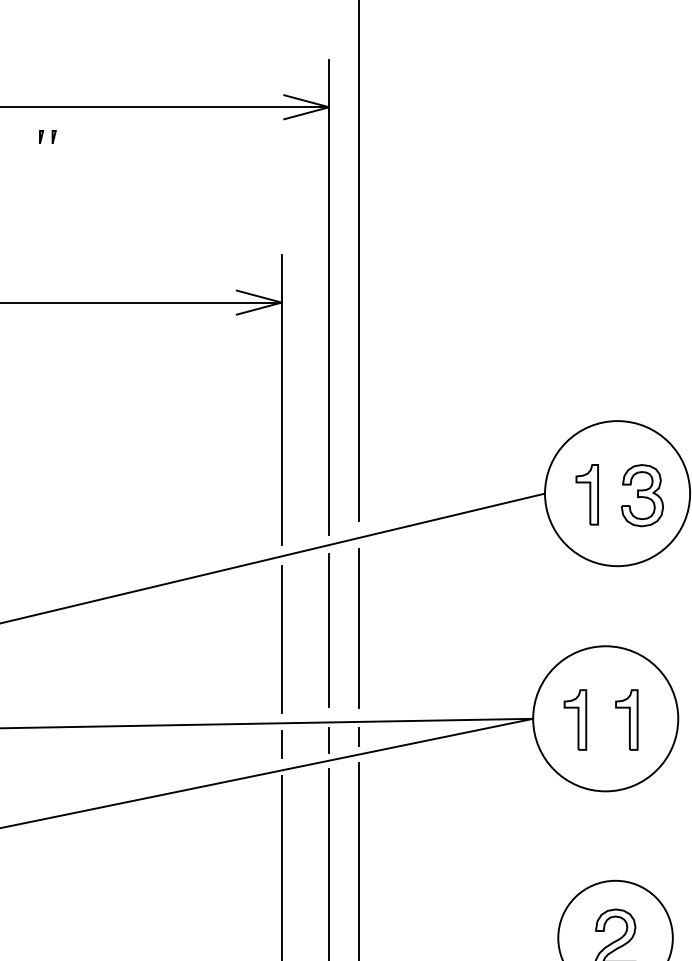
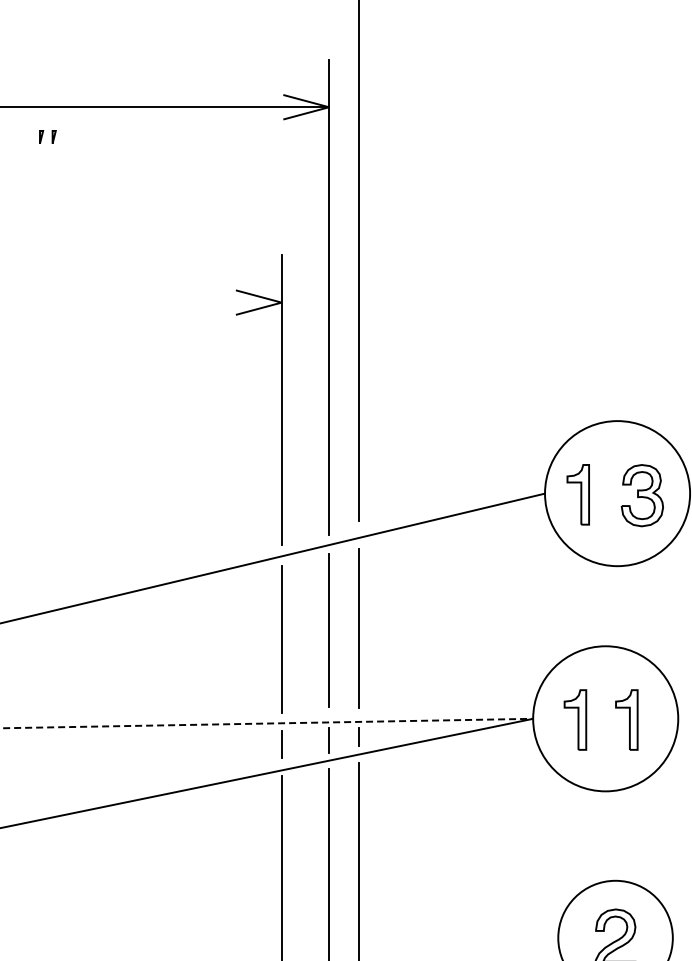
line at (141, 302): present -> none
part at (586, 494) position: (586, 494) -> (577, 494)
line at (266, 723): solid -> dashed
